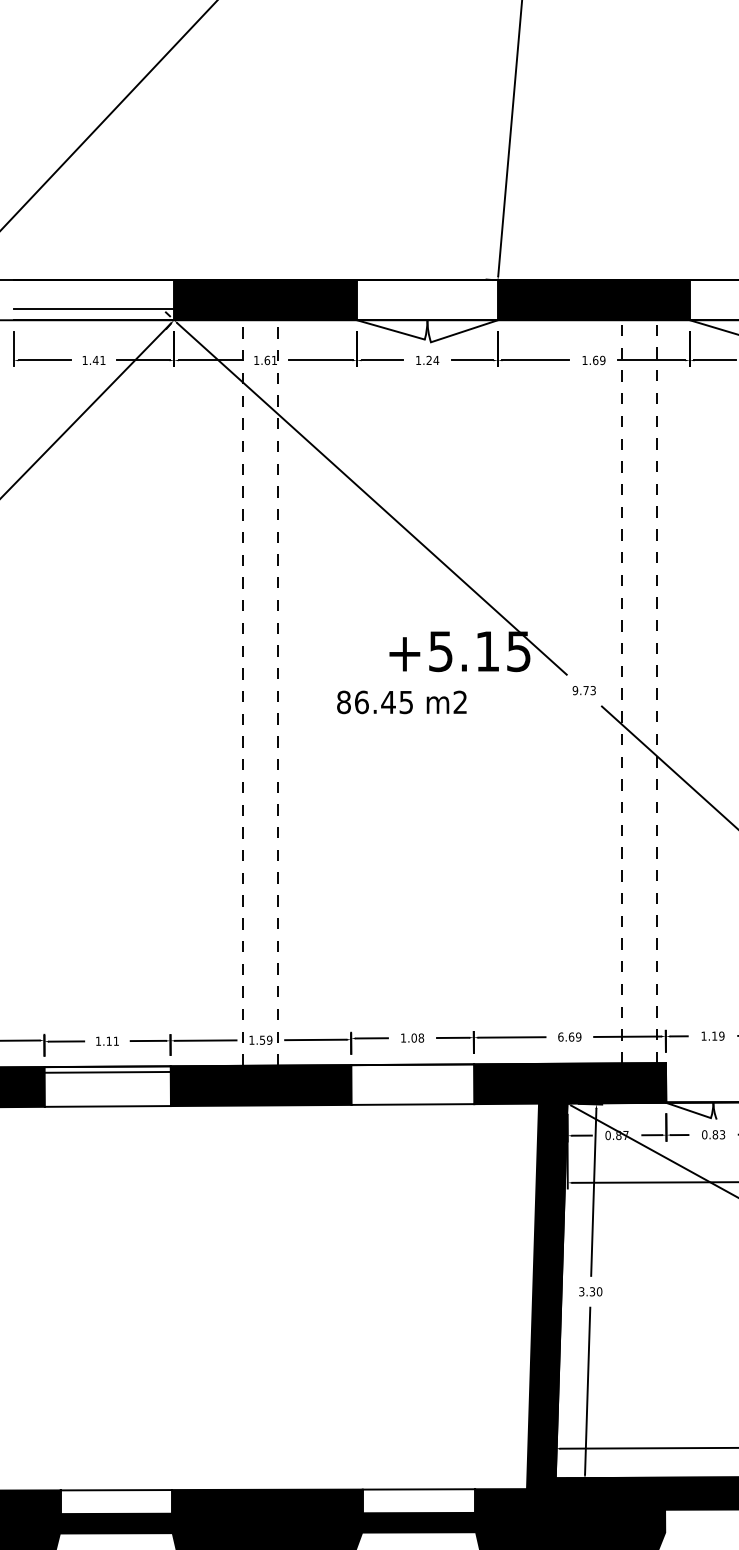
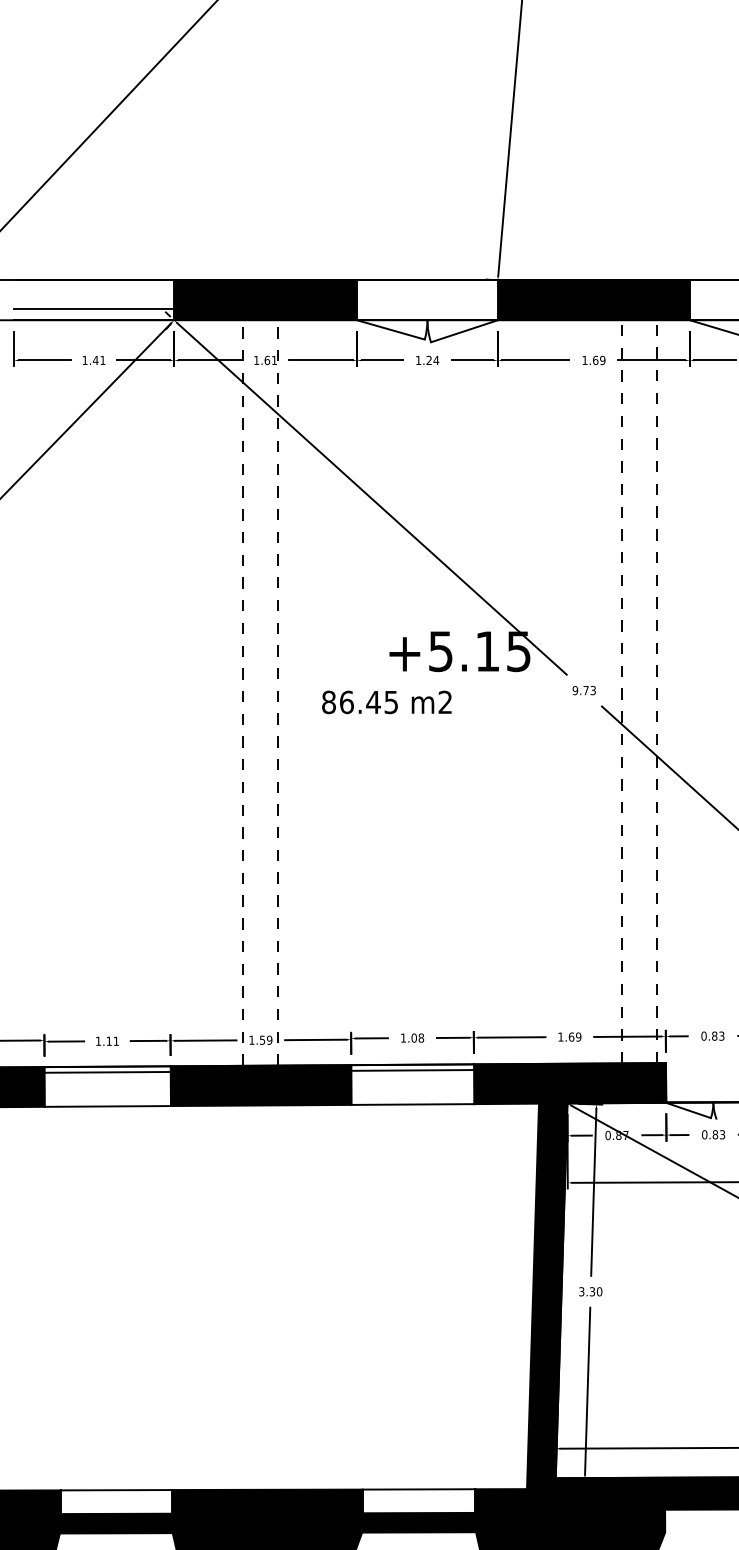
text at (401, 702) position: (401, 702) -> (386, 702)
text at (712, 1035): 1.19 -> 0.83
text at (560, 1036): 6.69 -> 1.69
line at (412, 1070): none -> present
